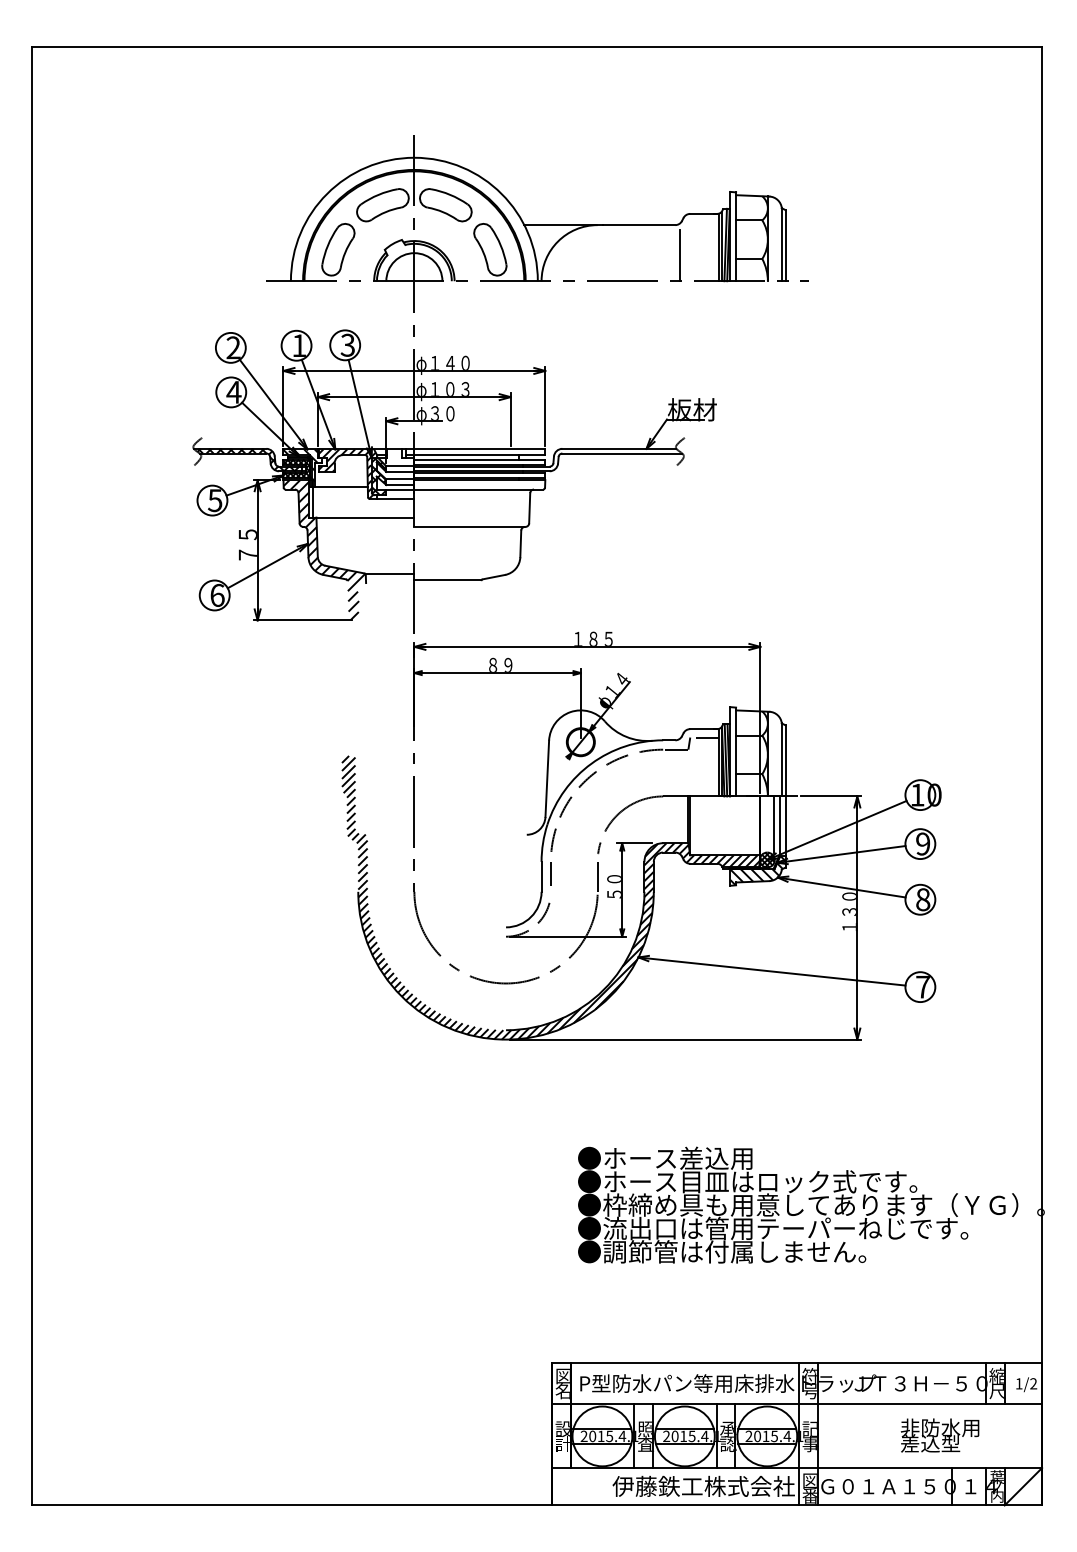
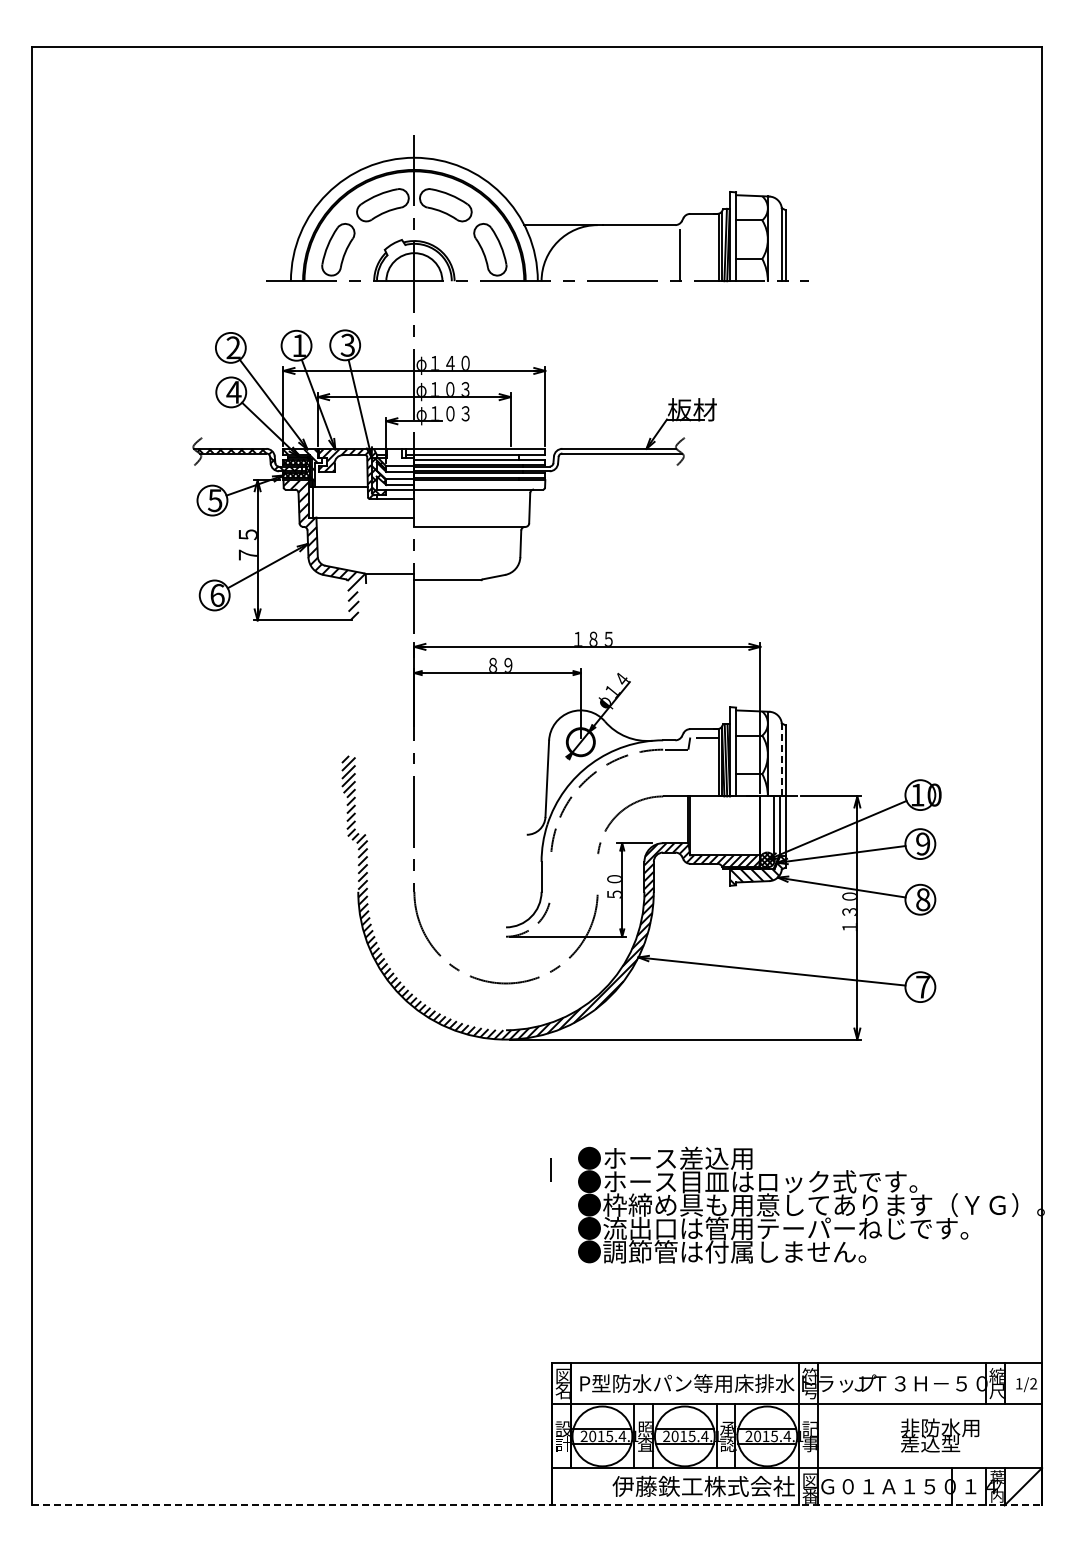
text at (450, 413): φ３０ -> φ１０３
line at (781, 760): solid -> dashed
line at (550, 873) position: (550, 873) -> (550, 1169)
line at (597, 876): present -> none
line at (537, 1505): solid -> dashed
